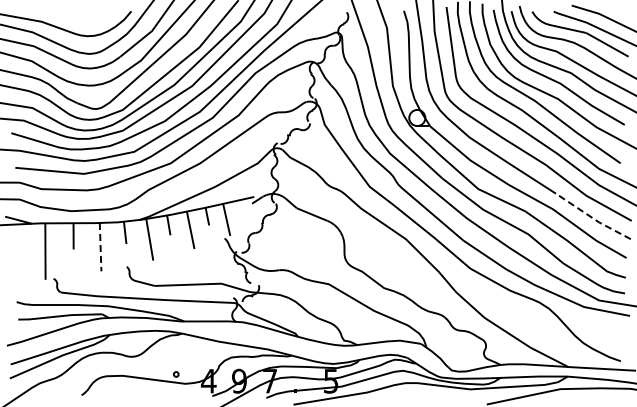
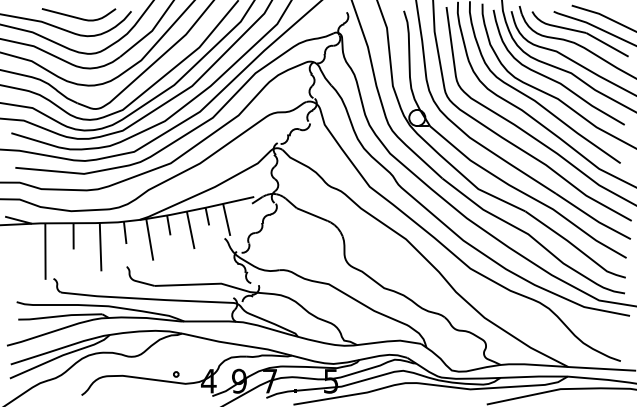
curve at (76, 16): none -> present
line at (592, 217): dashed -> solid
line at (100, 247): dashed -> solid
